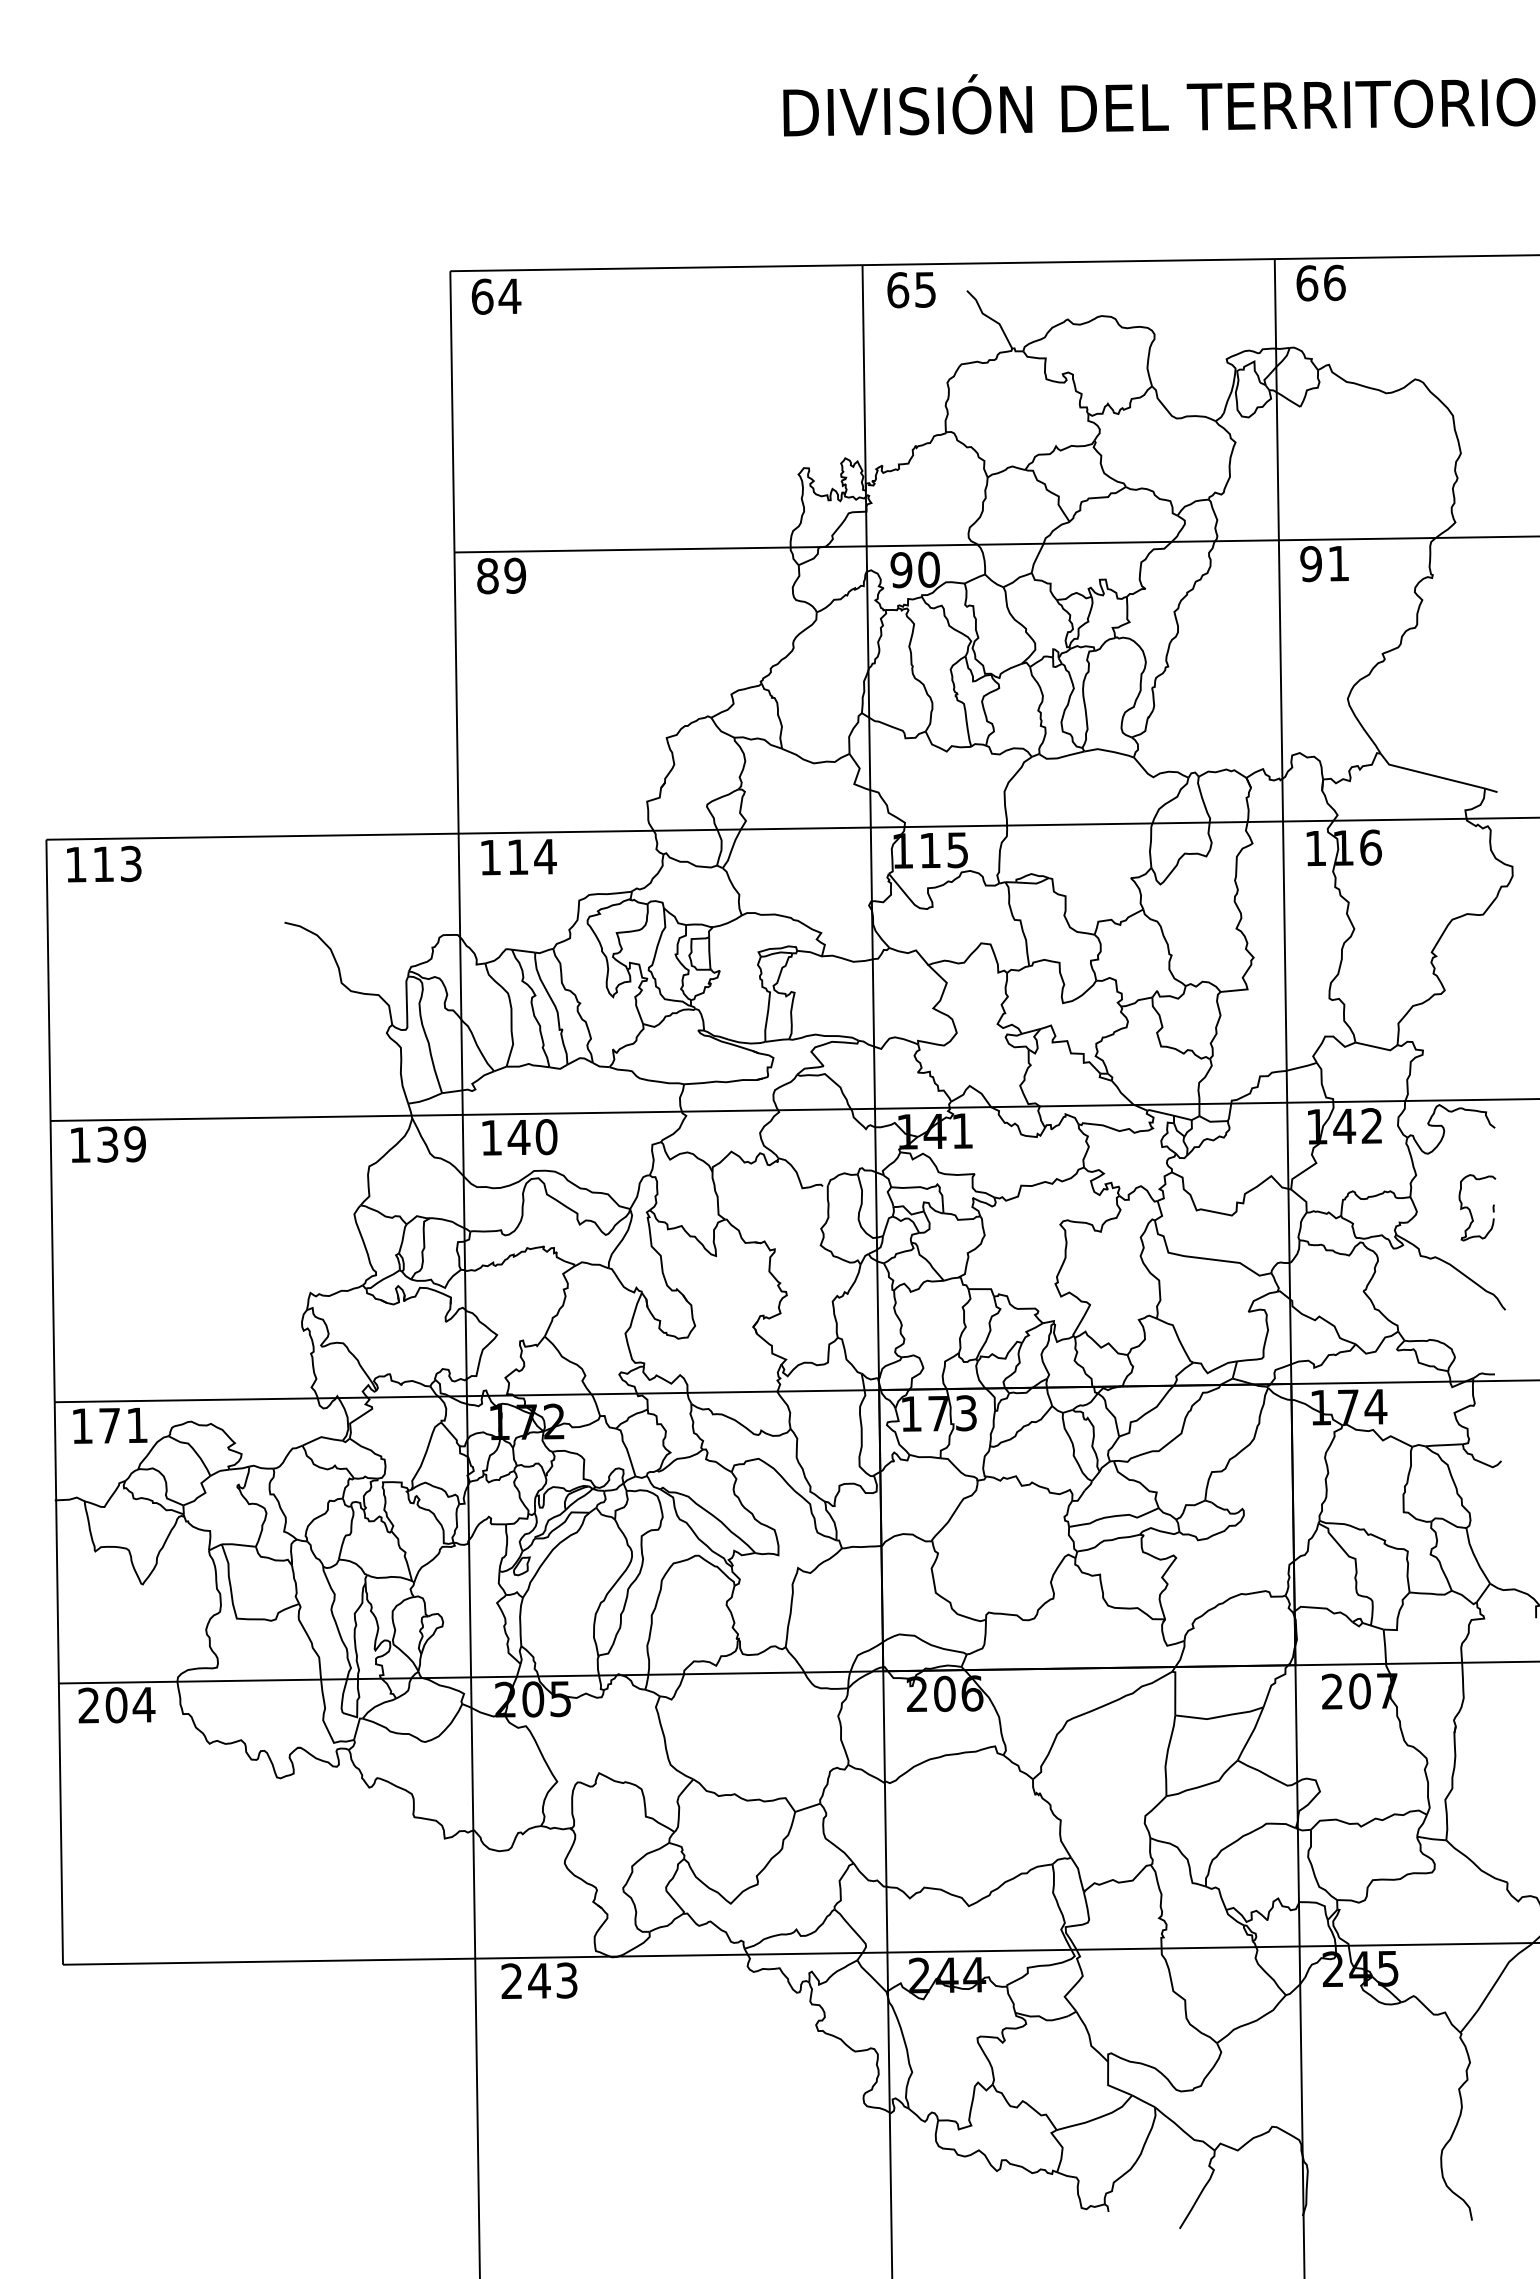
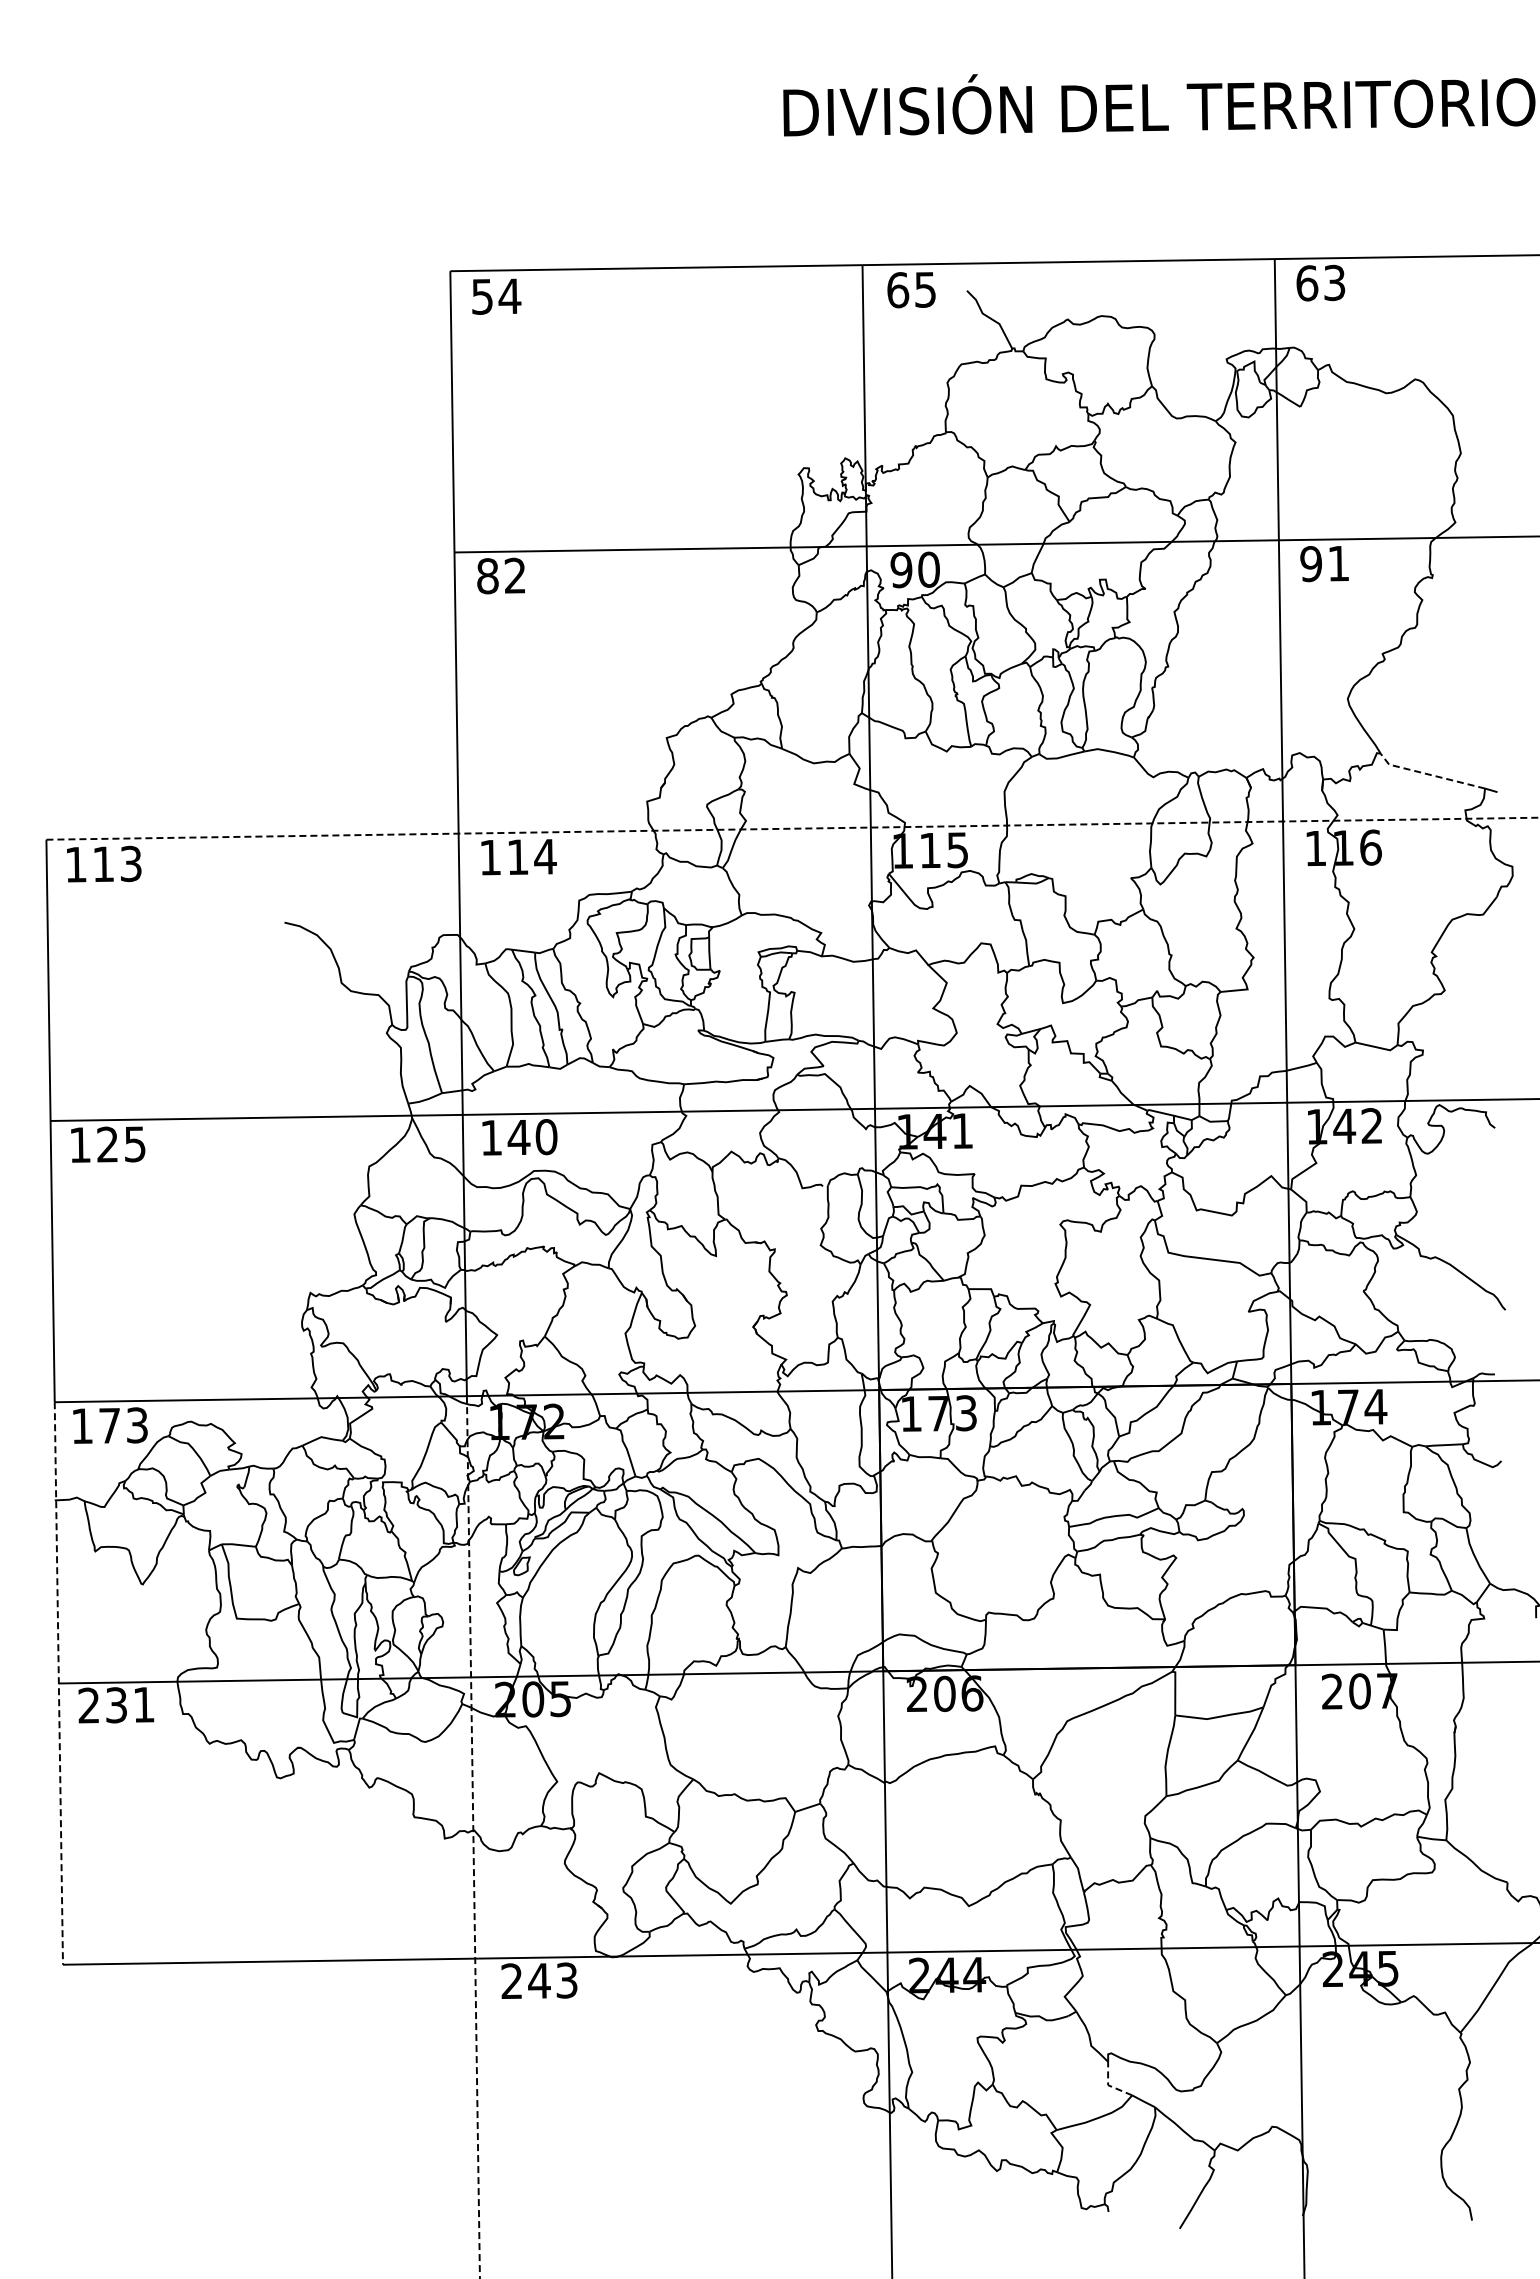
text at (1334, 282): 66 -> 63
text at (482, 296): 64 -> 54
text at (515, 575): 89 -> 82
line at (1429, 774): solid -> dashed
line at (793, 828): solid -> dashed
text at (121, 1144): 139 -> 125
part at (1471, 1211): present -> none
text at (137, 1425): 171 -> 173
line at (58, 1683): solid -> dashed
text at (130, 1705): 204 -> 231
line at (473, 1837): solid -> dashed
line at (1108, 2085): solid -> dashed
